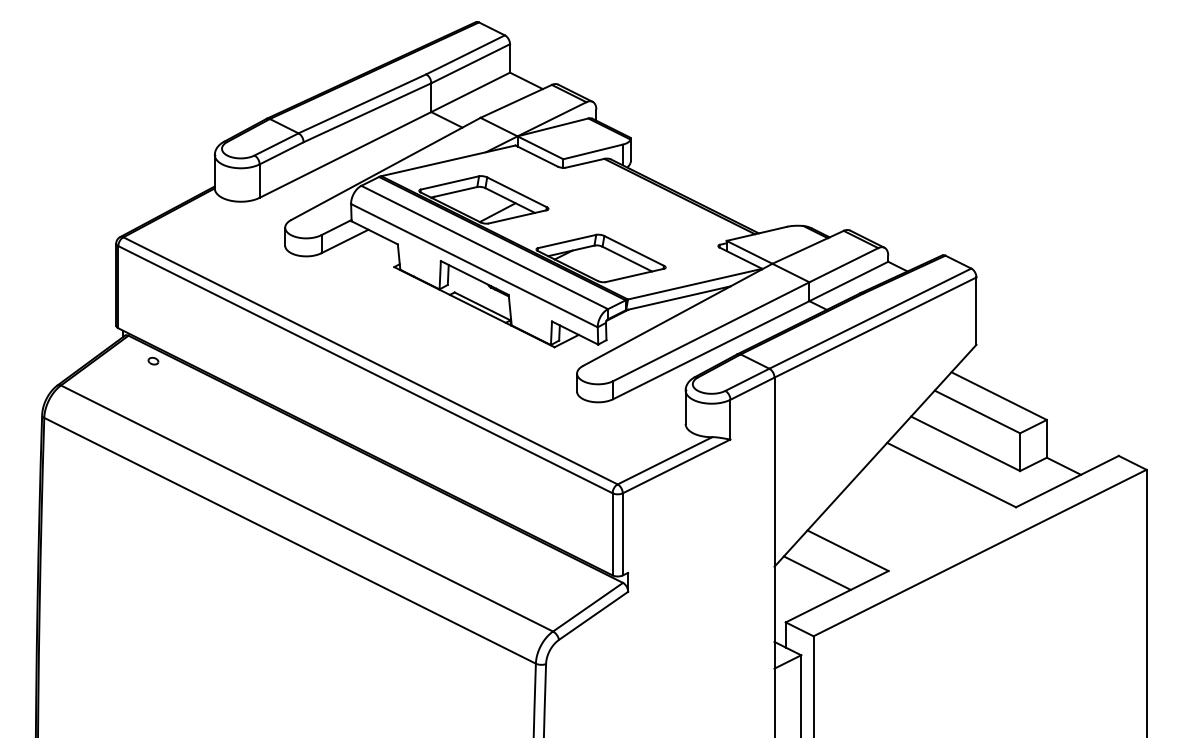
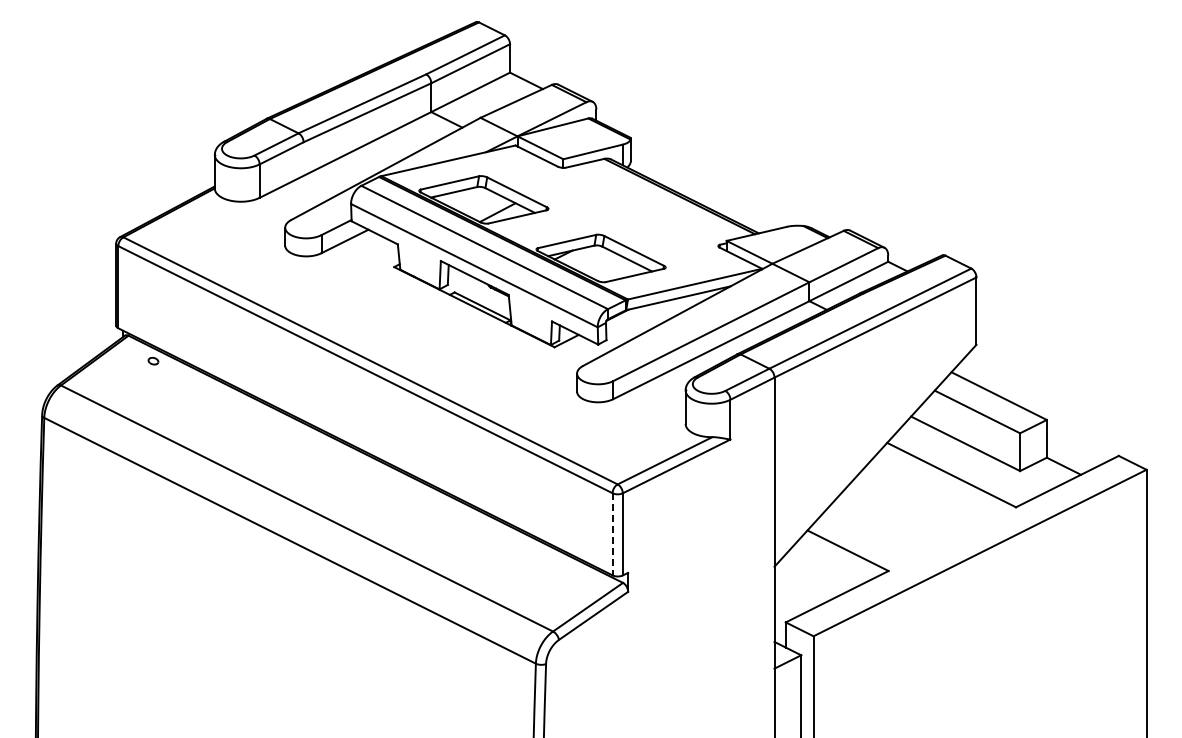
line at (612, 534): solid -> dashed
line at (816, 572): present -> none
